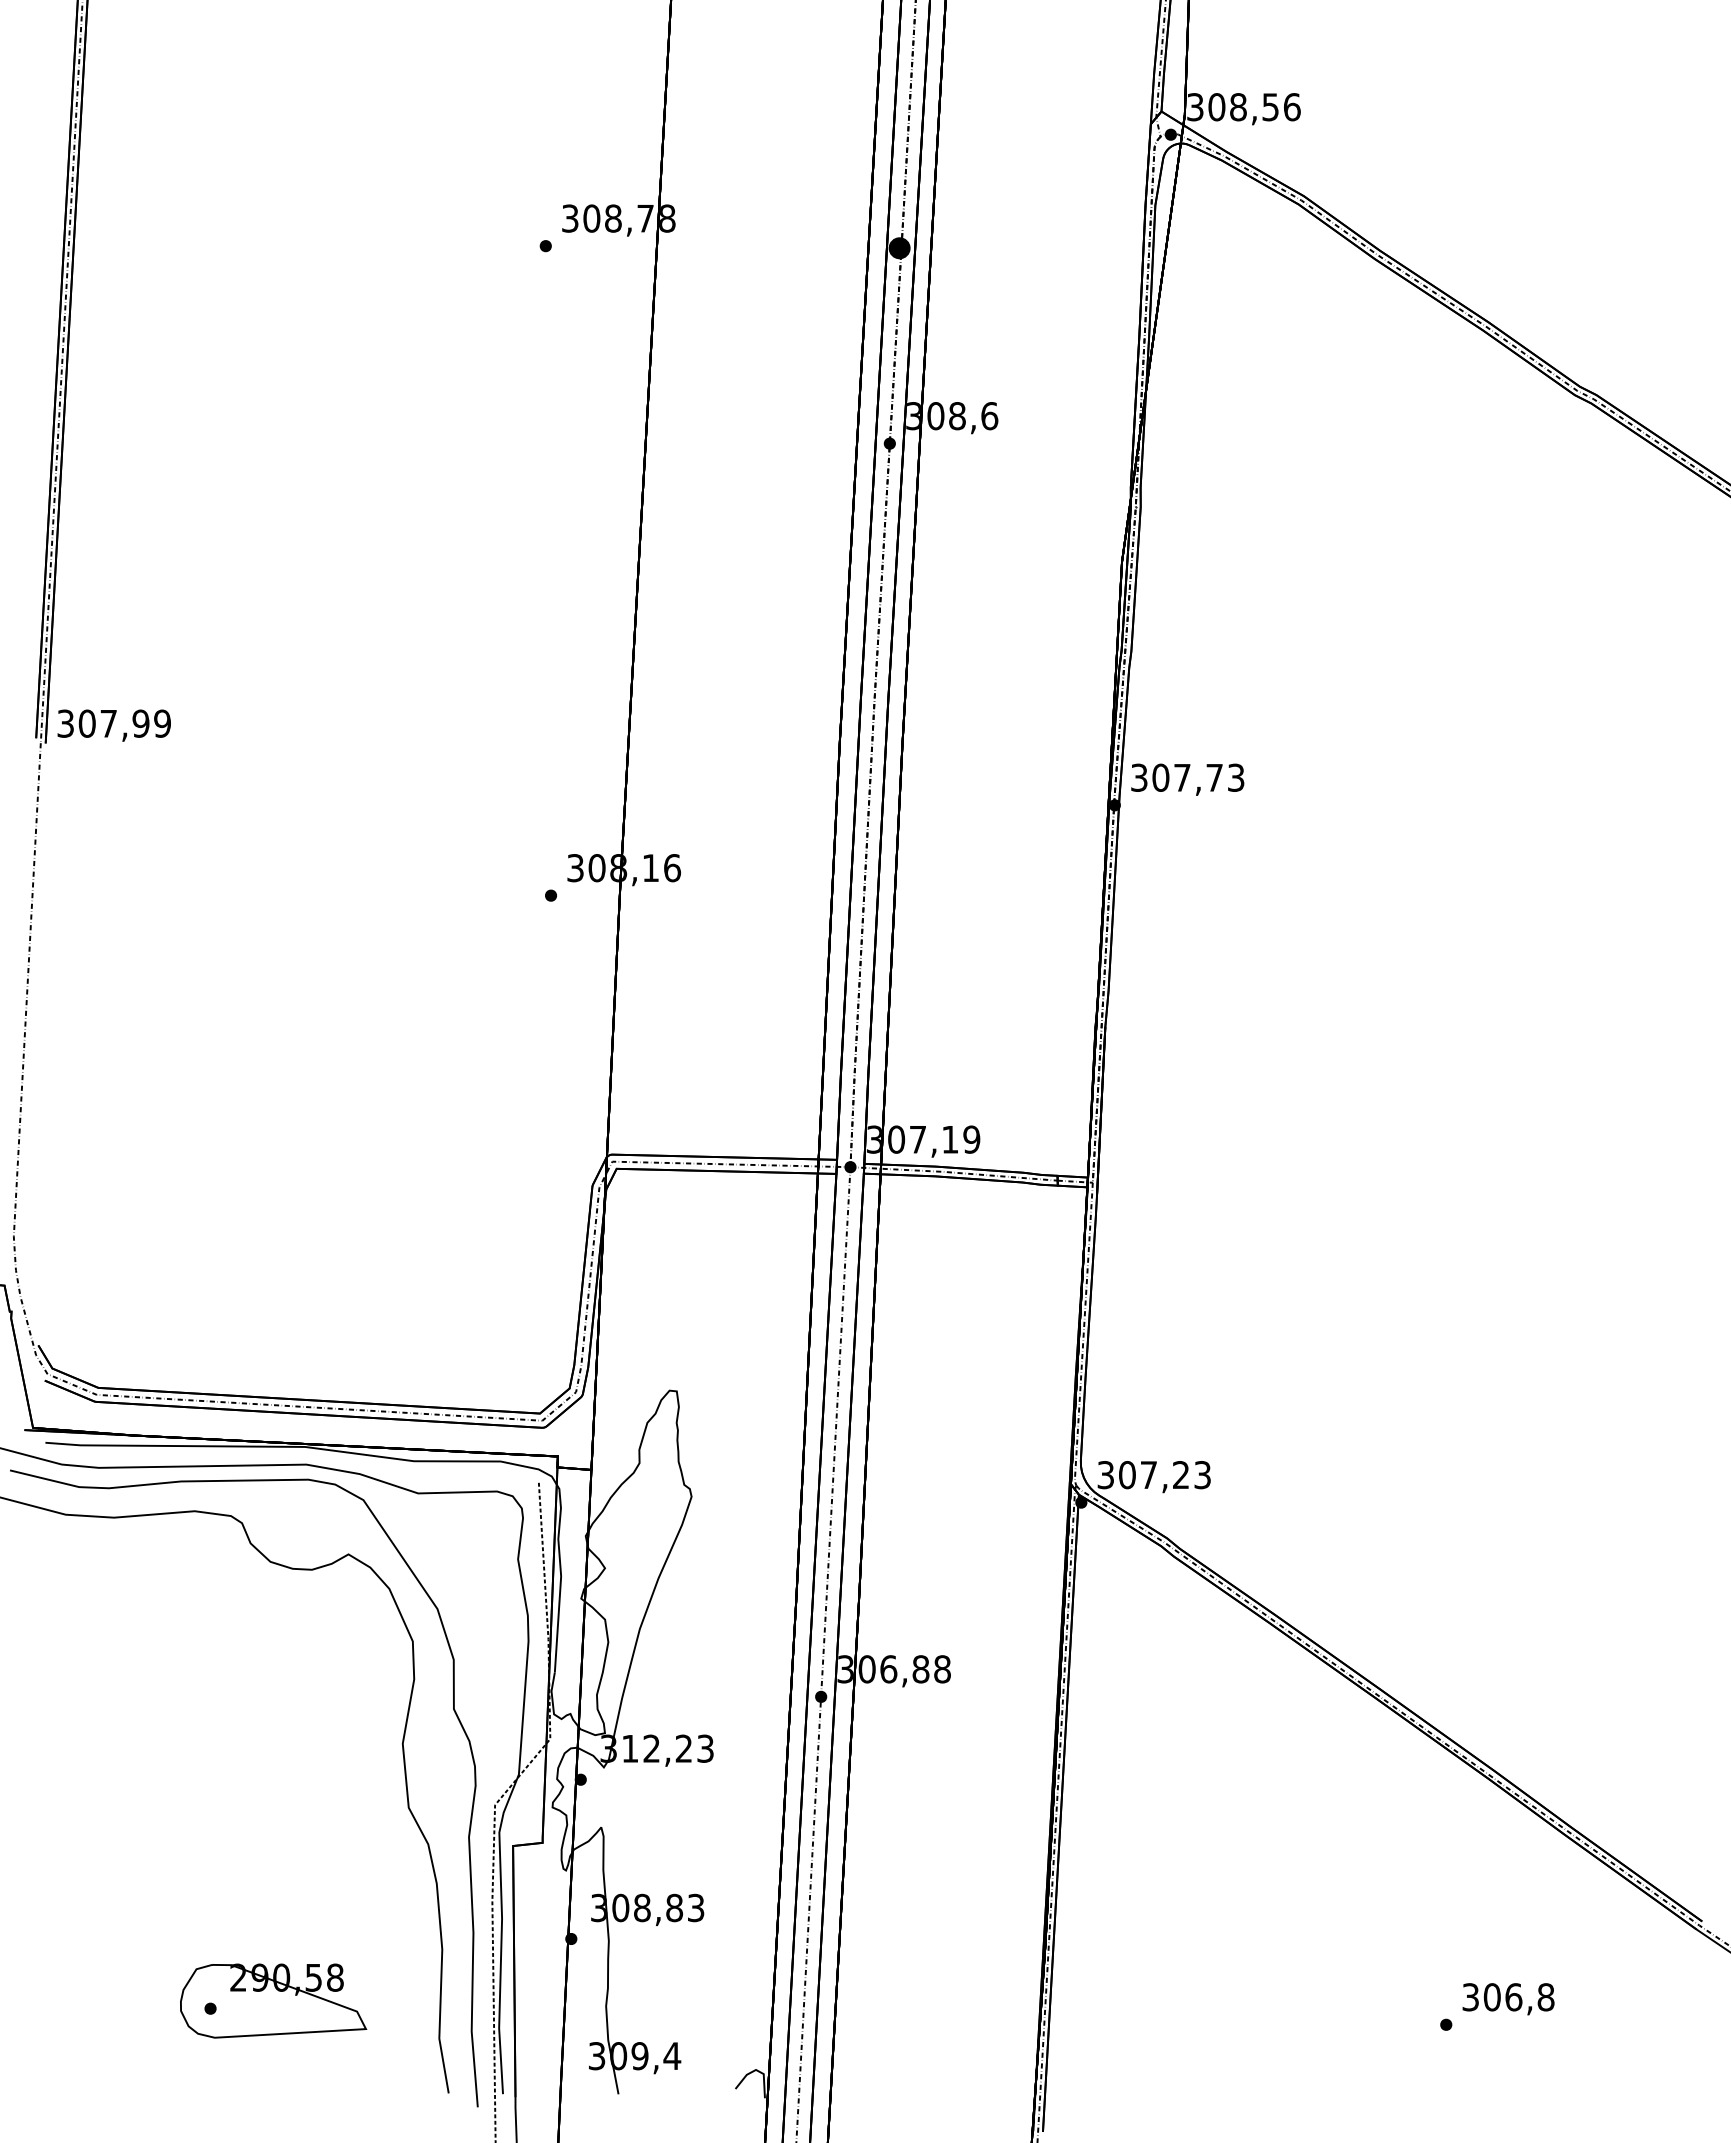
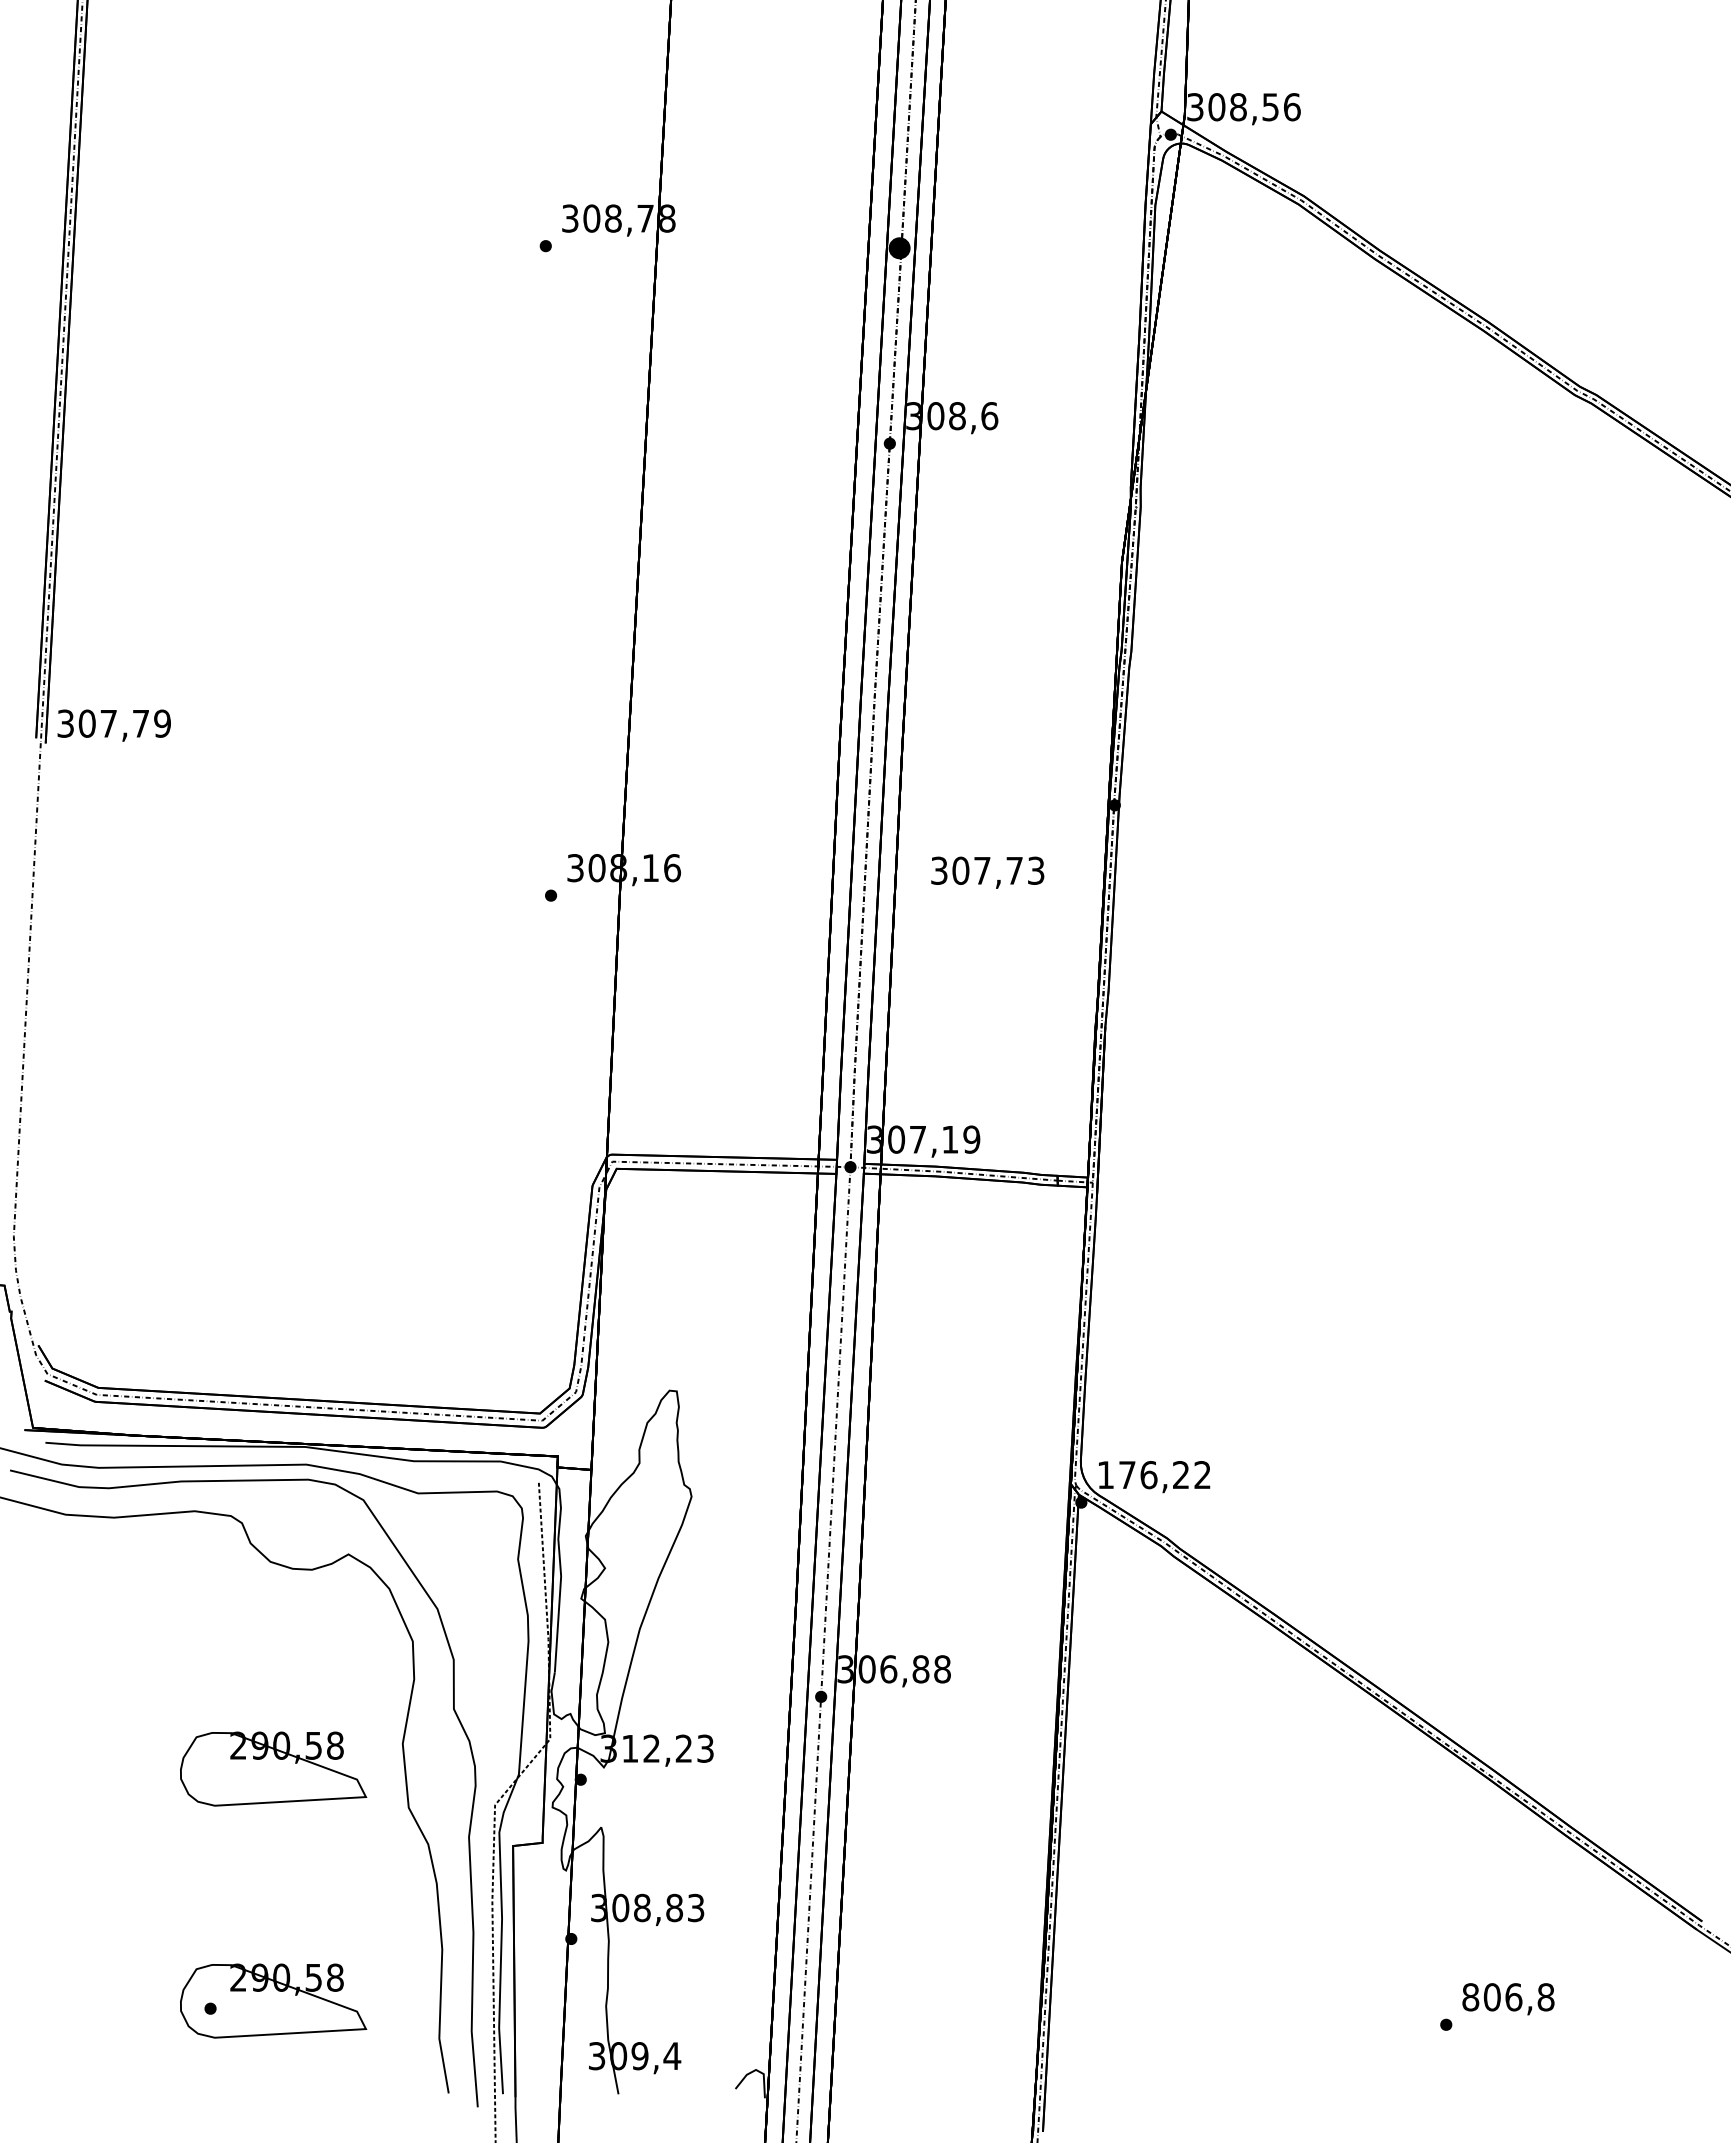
text at (140, 723): 307,99 -> 307,79
text at (1187, 779) position: (1187, 779) -> (987, 872)
text at (1153, 1475): 307,23 -> 176,22
part at (273, 1768): none -> present
text at (1470, 1997): 306,8 -> 806,8
